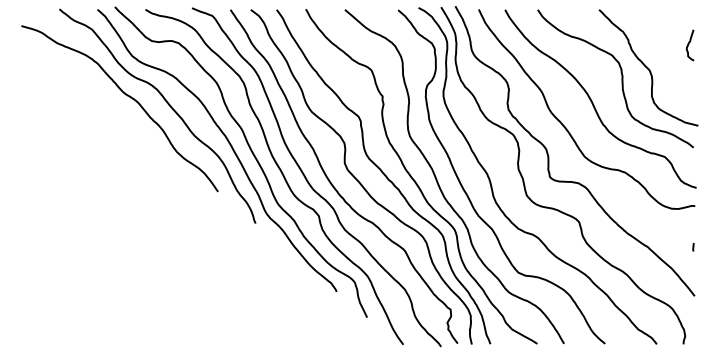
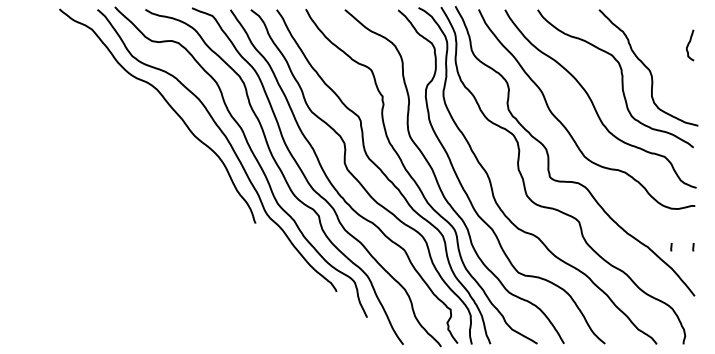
curve at (125, 95): present -> none
line at (671, 247): none -> present
